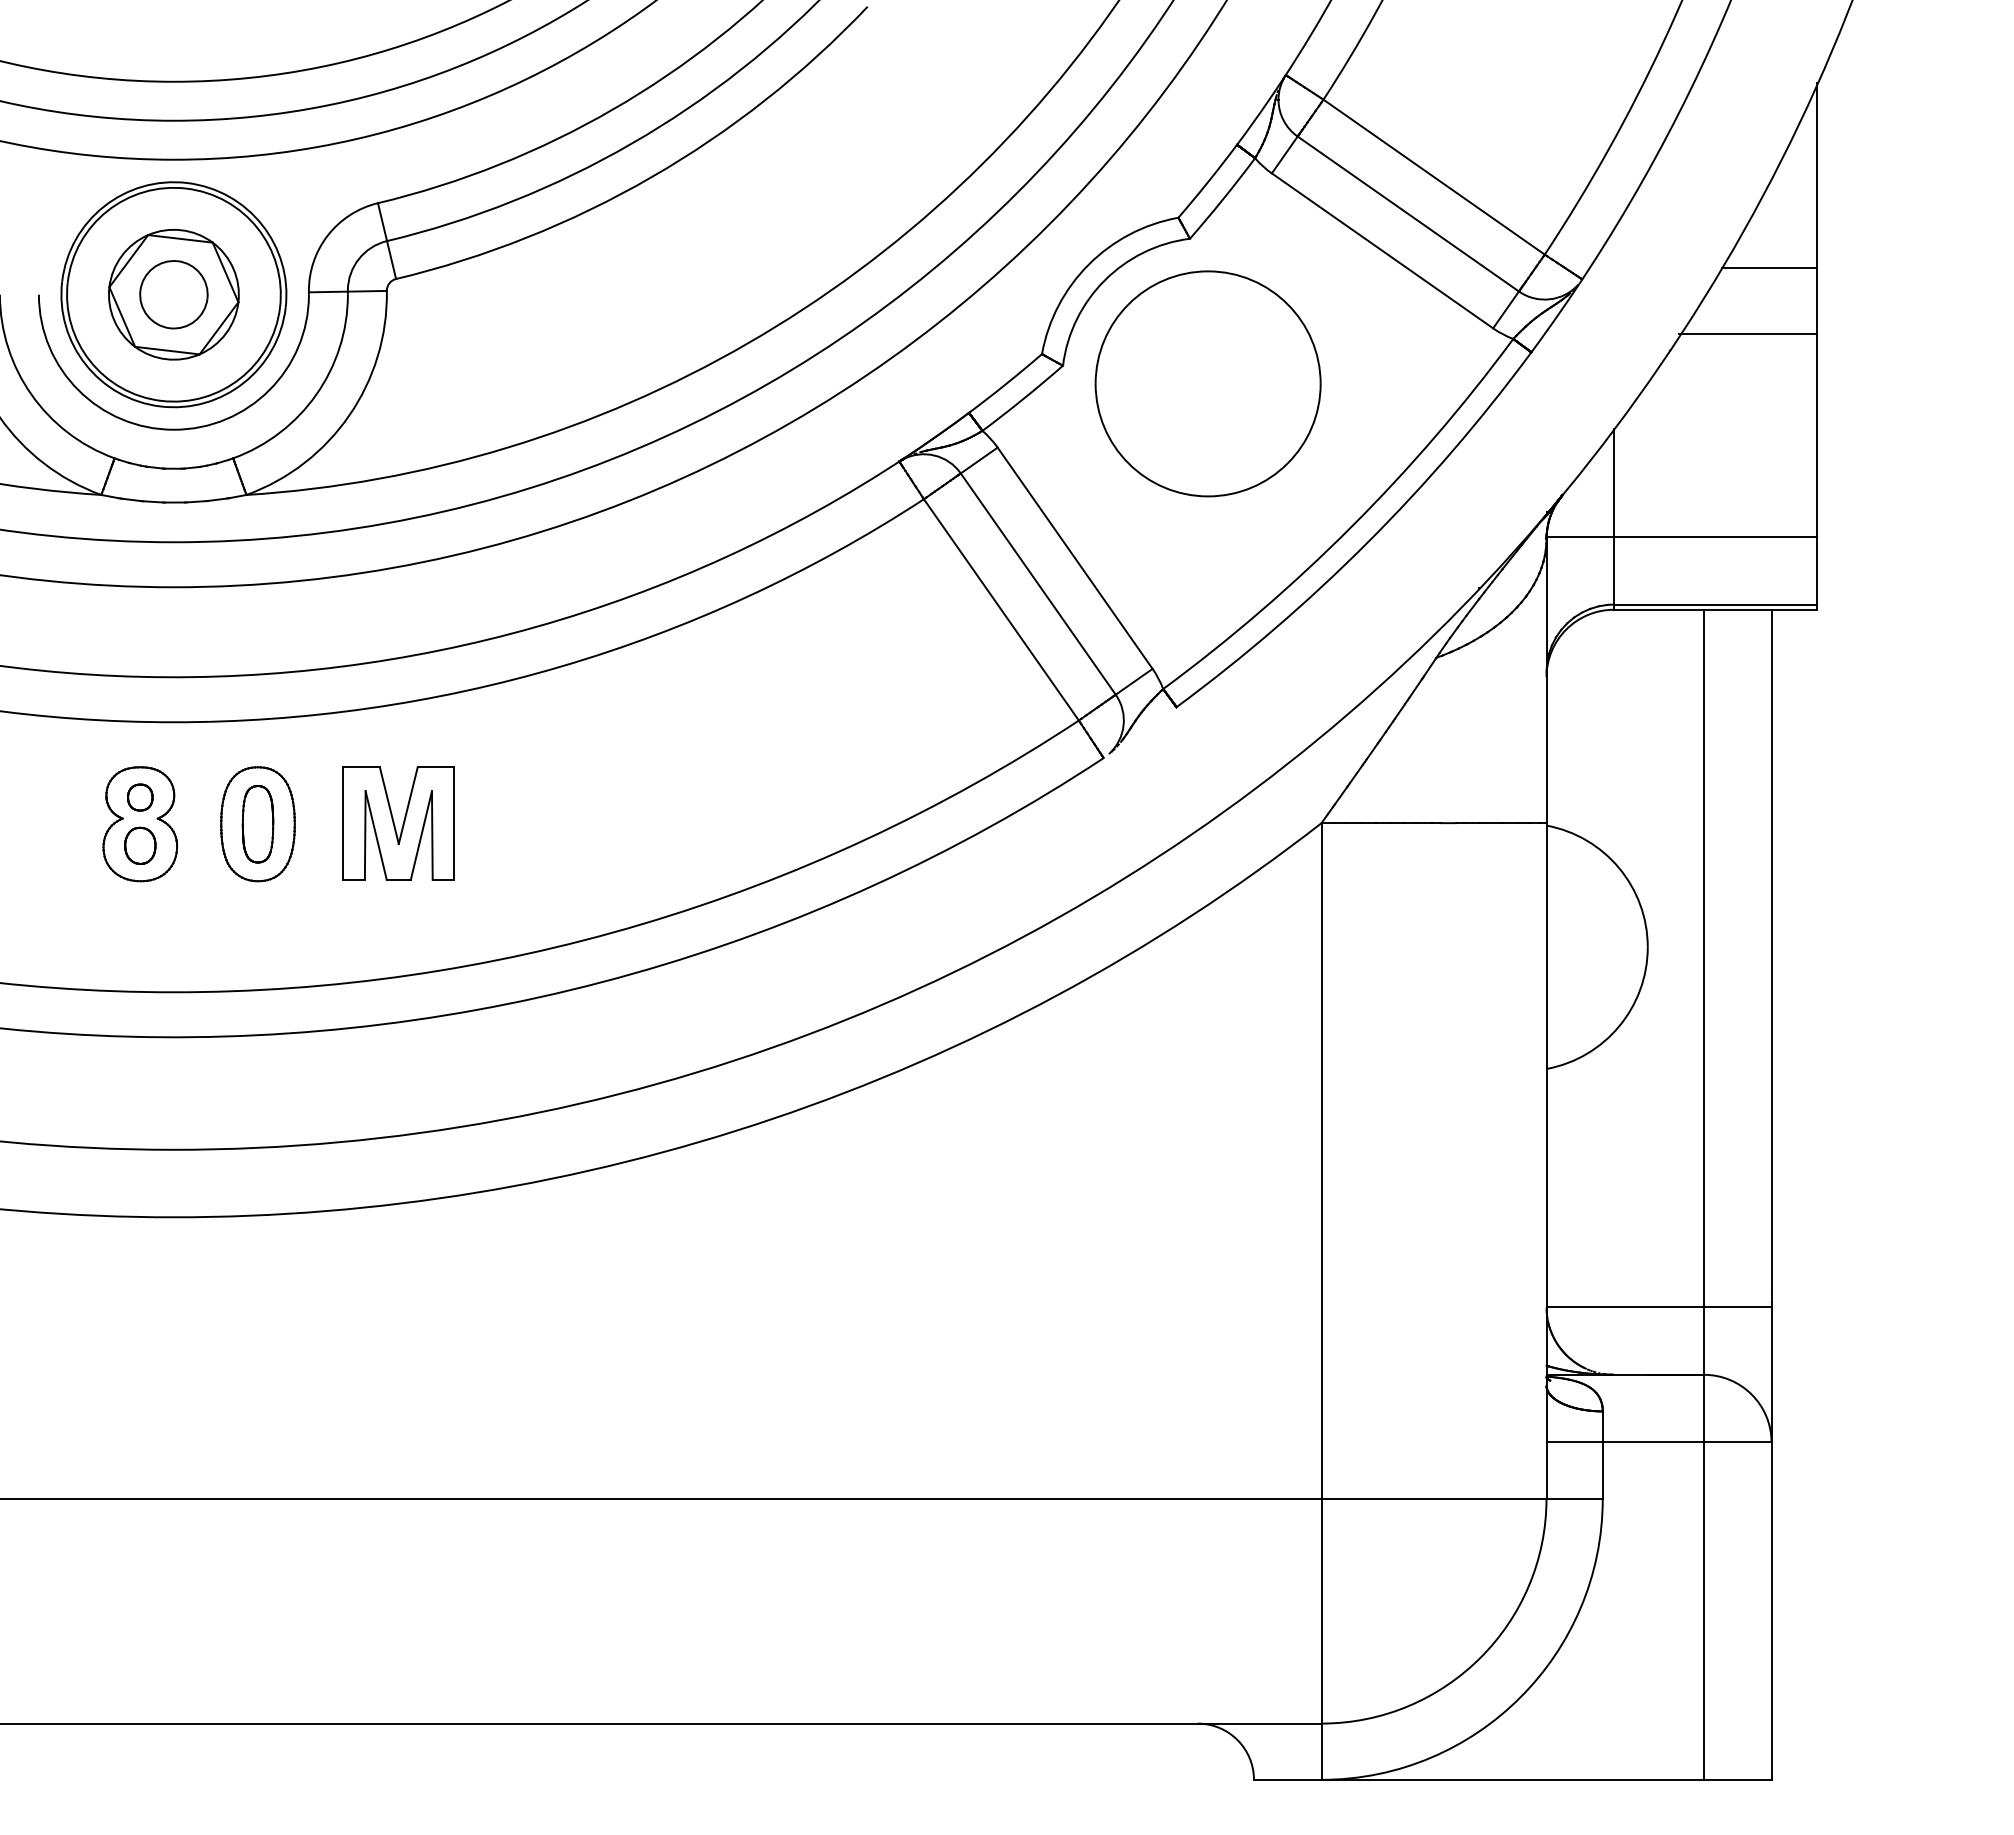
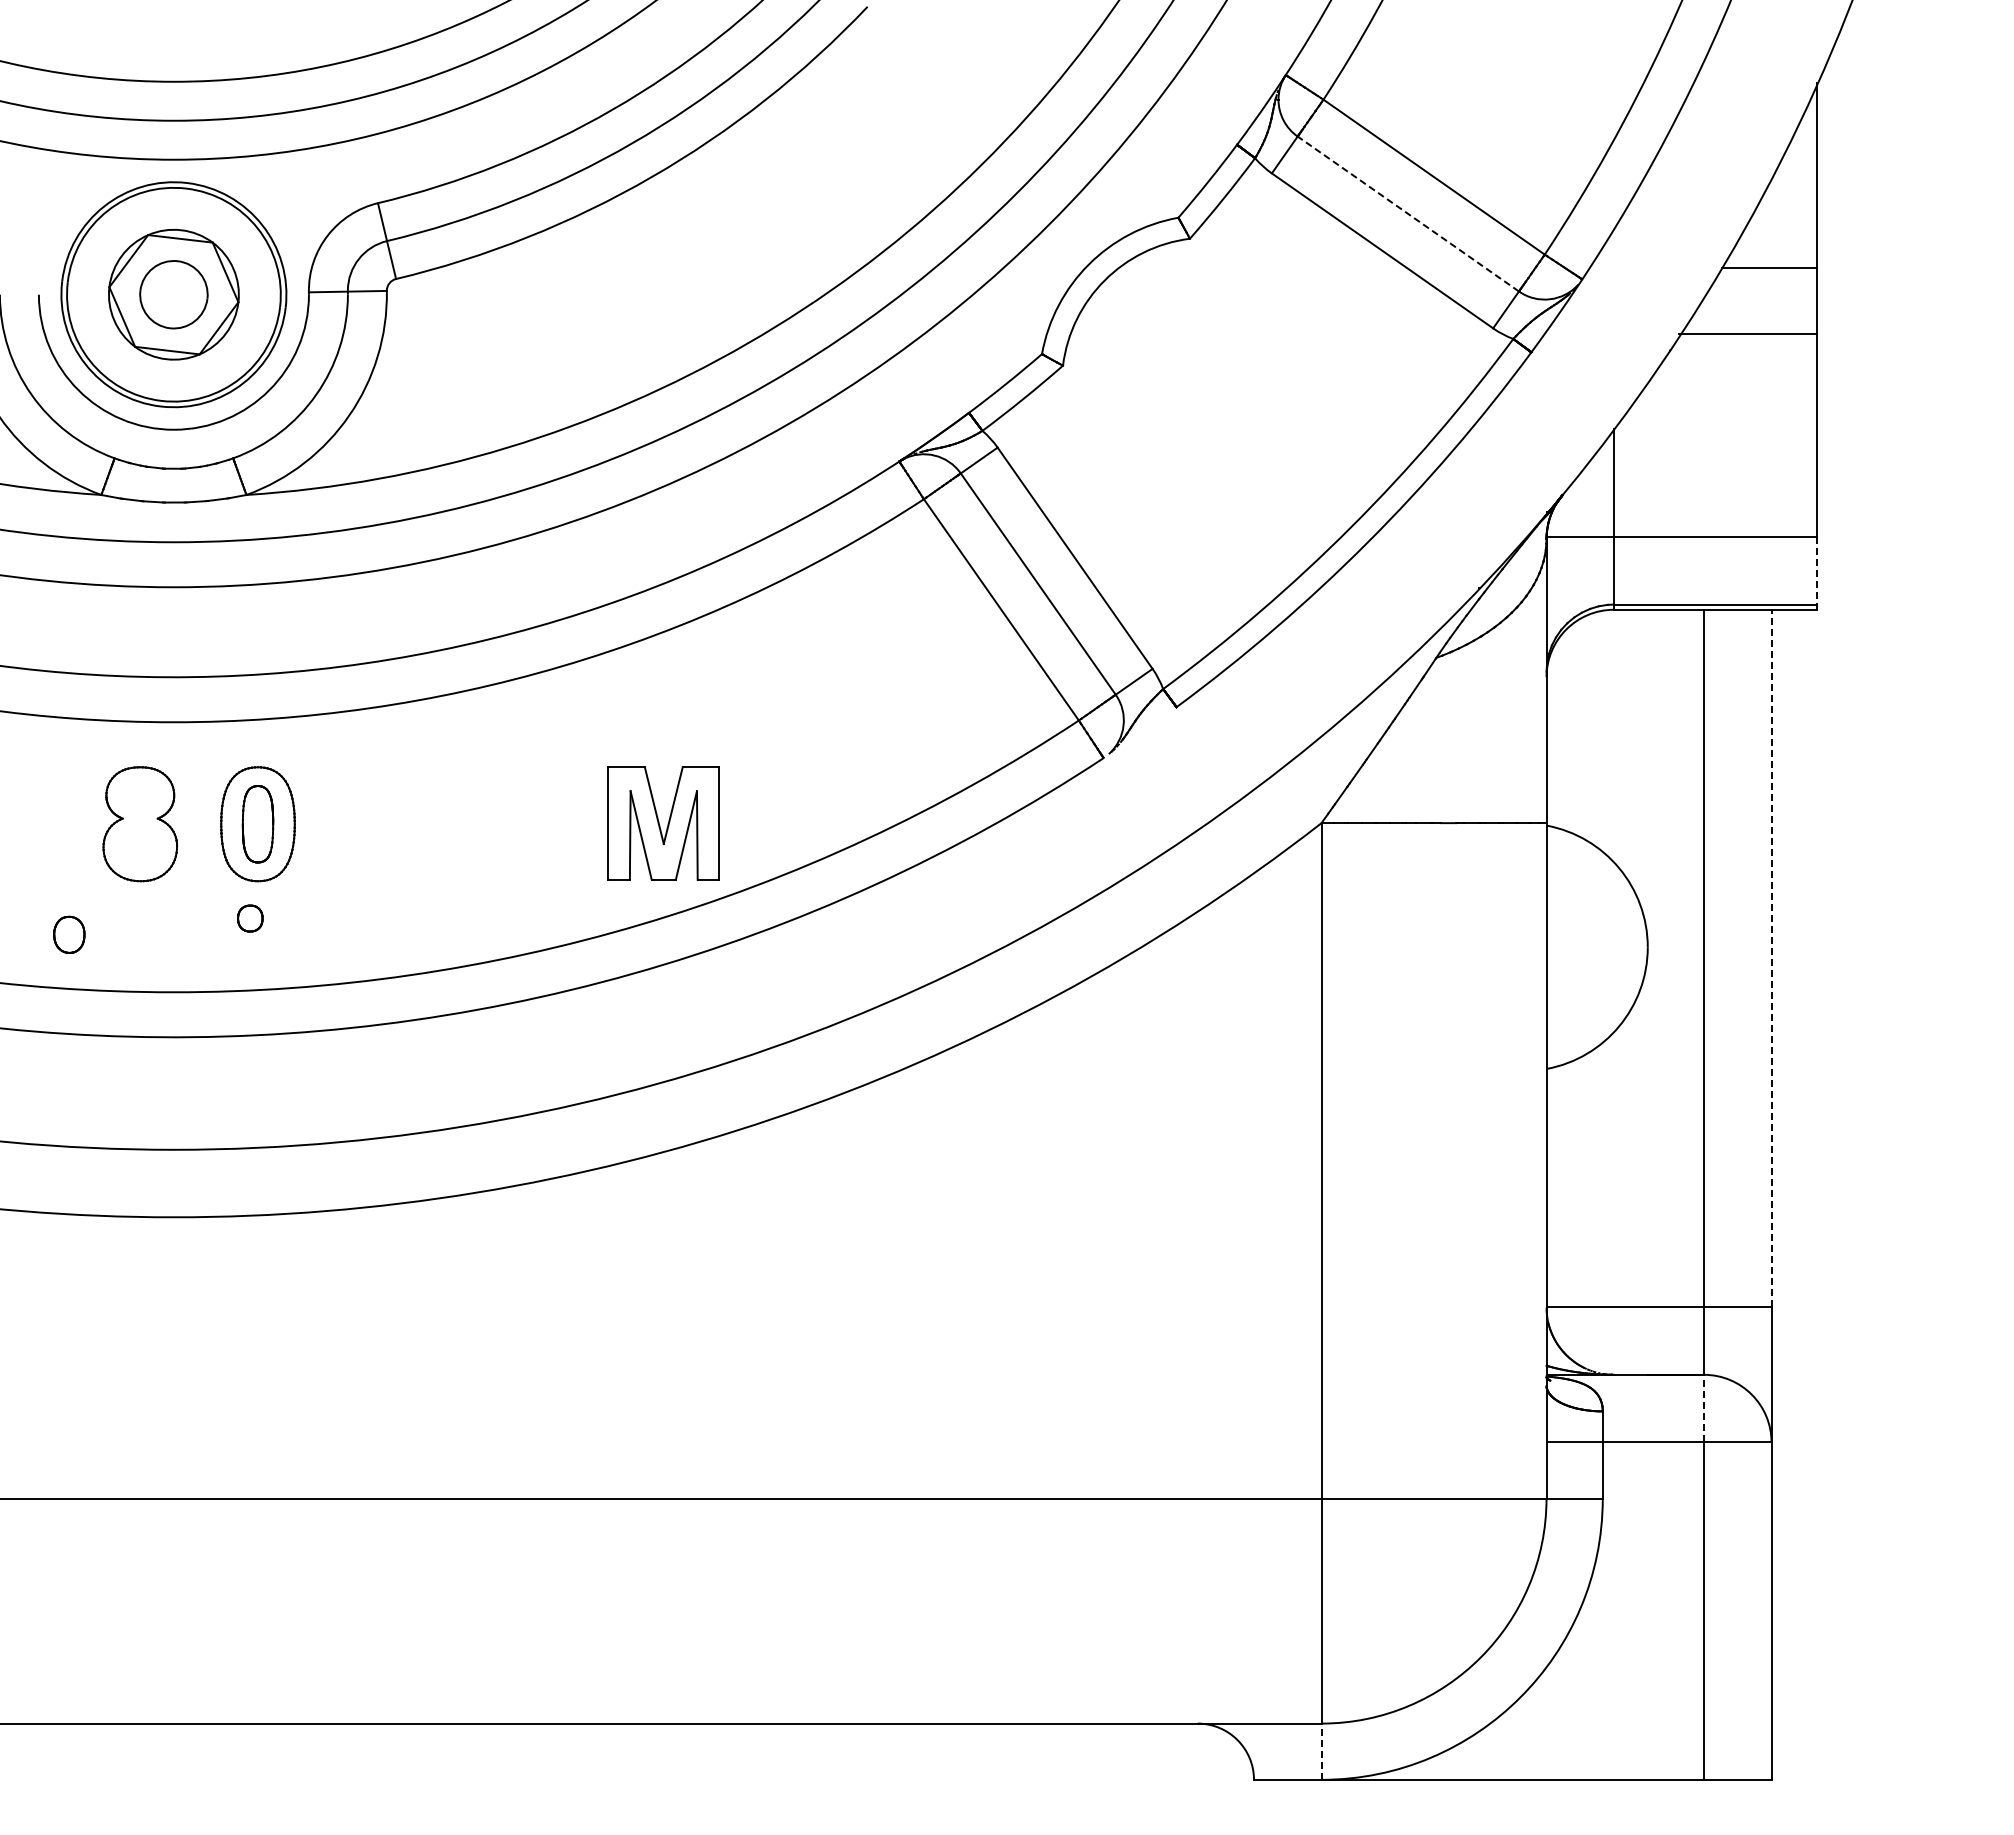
line at (1407, 213): solid -> dashed
part at (1207, 383): present -> none
line at (1816, 570): solid -> dashed
part at (140, 797) position: (140, 797) -> (250, 918)
part at (398, 823) position: (398, 823) -> (663, 823)
part at (140, 845) position: (140, 845) -> (69, 934)
line at (1771, 958): solid -> dashed
line at (1704, 1408): solid -> dashed
line at (1321, 1751): solid -> dashed
